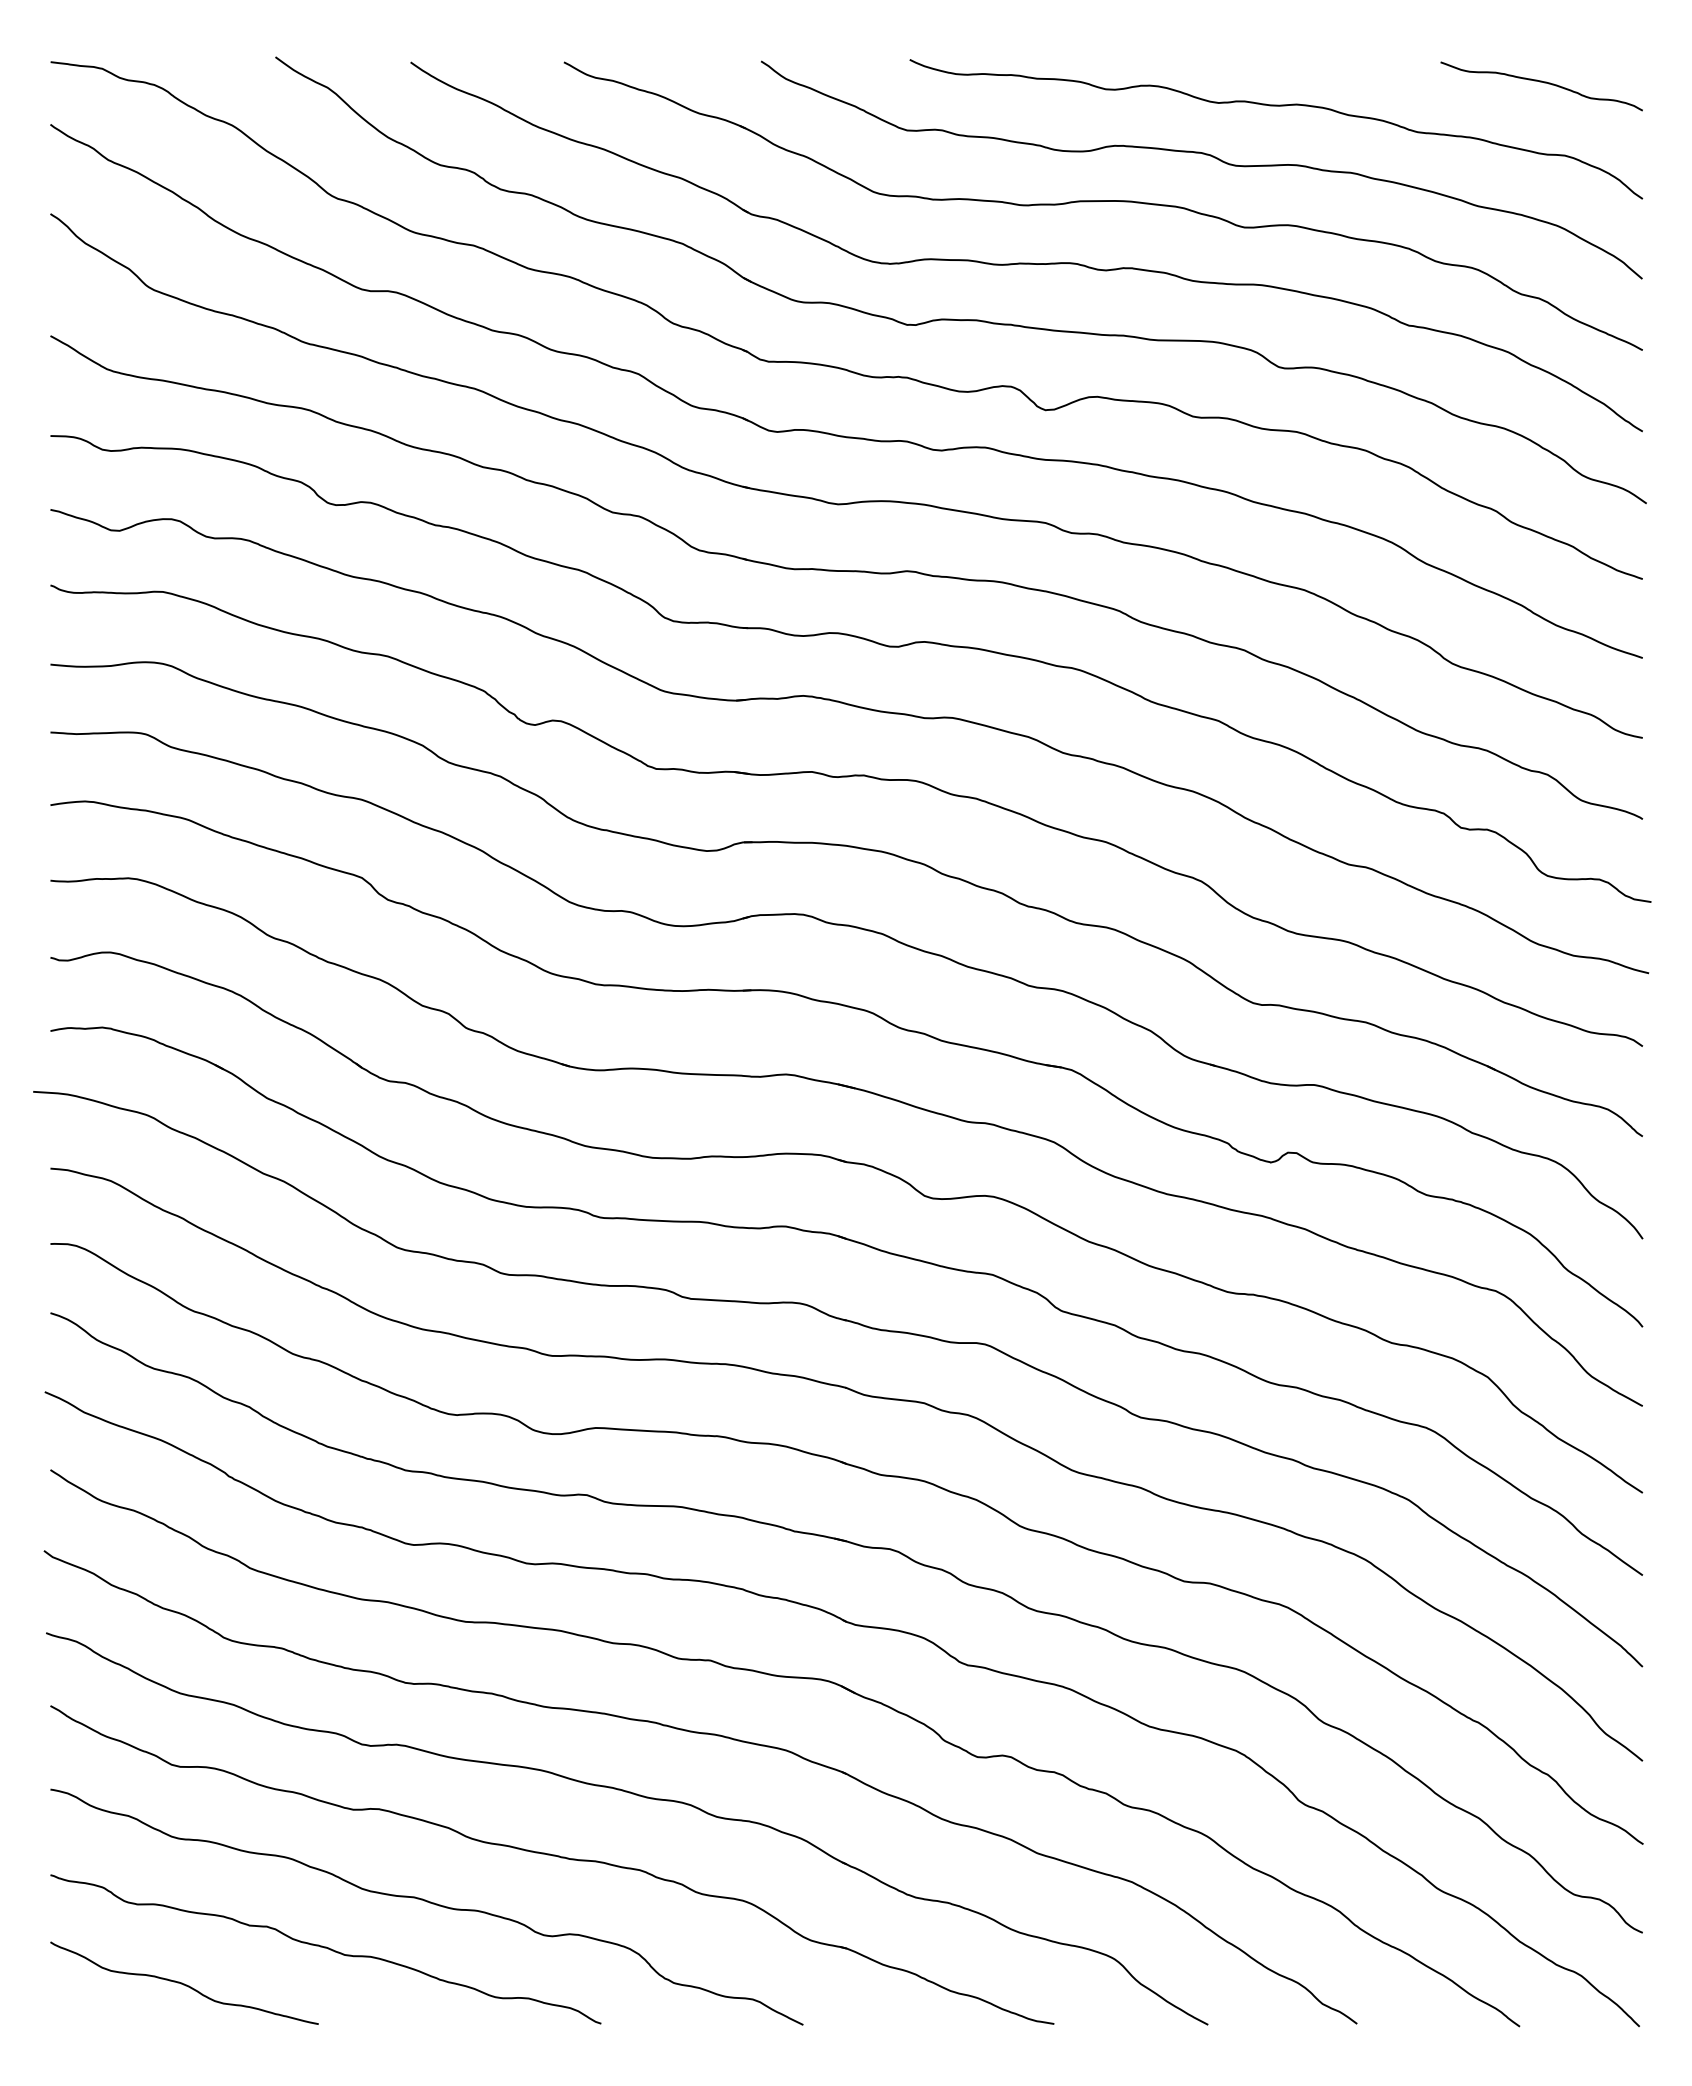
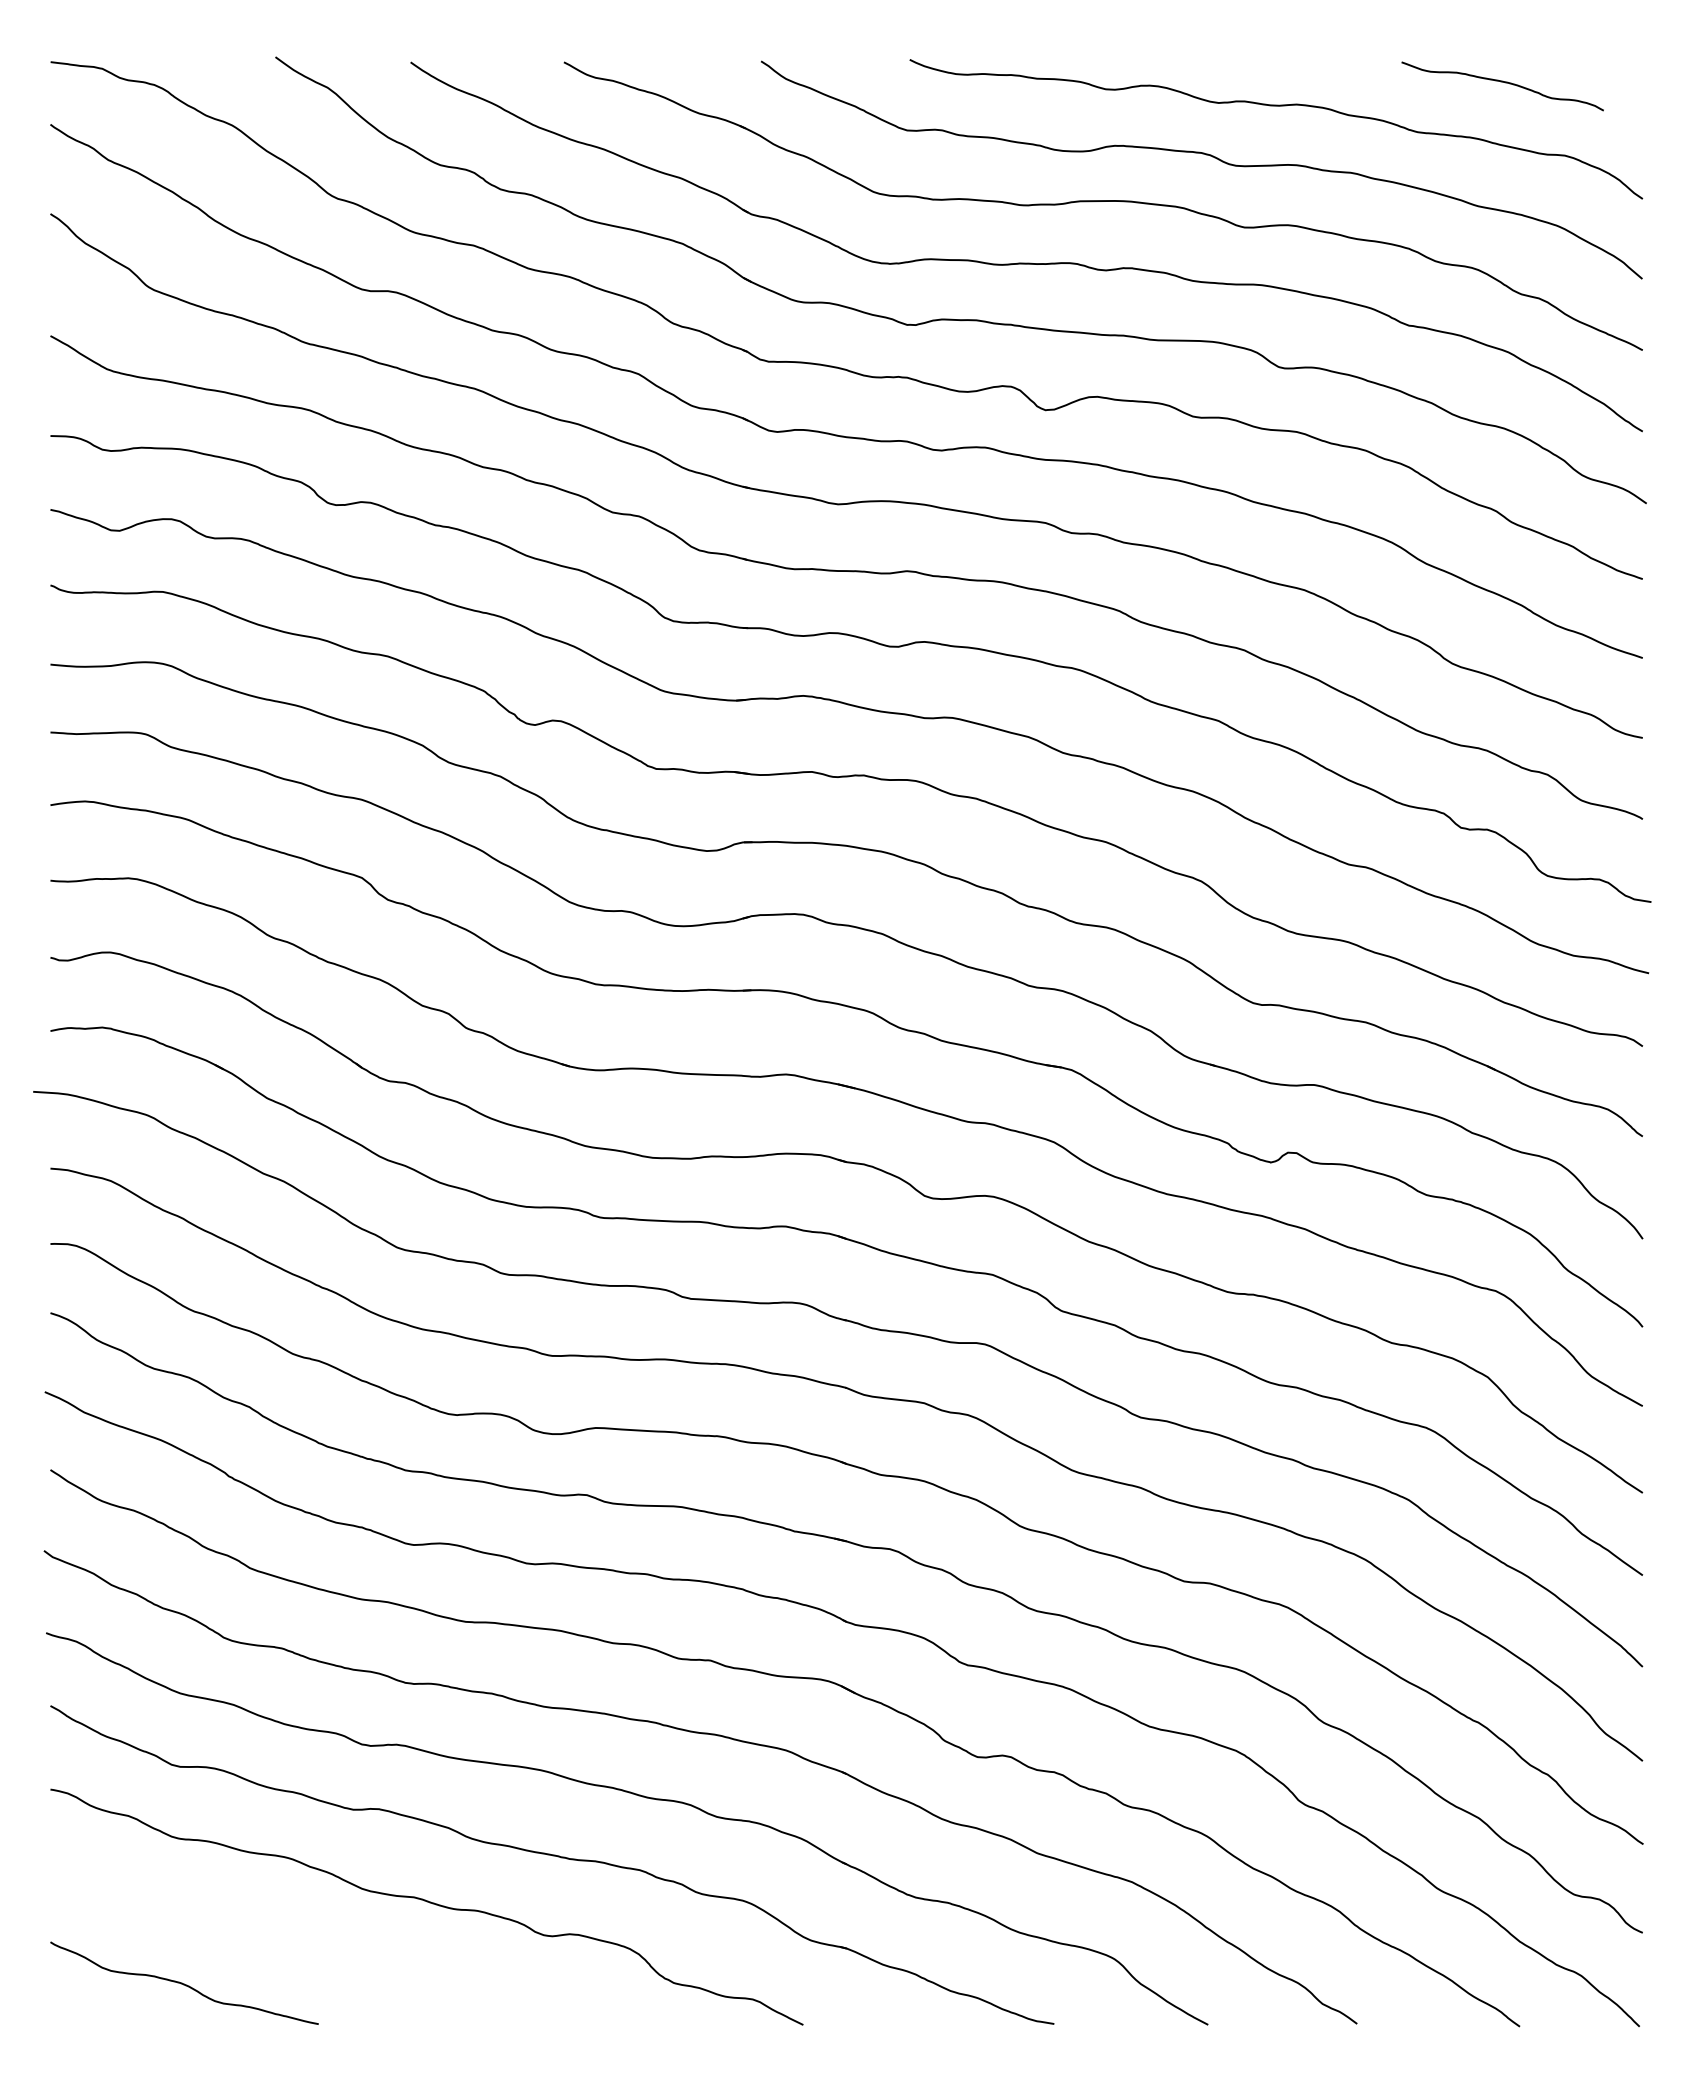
curve at (1541, 82) position: (1541, 82) -> (1502, 82)
curve at (325, 1948): present -> none
